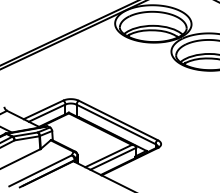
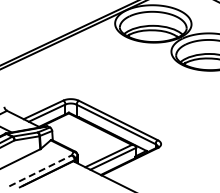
line at (40, 170): solid -> dashed
